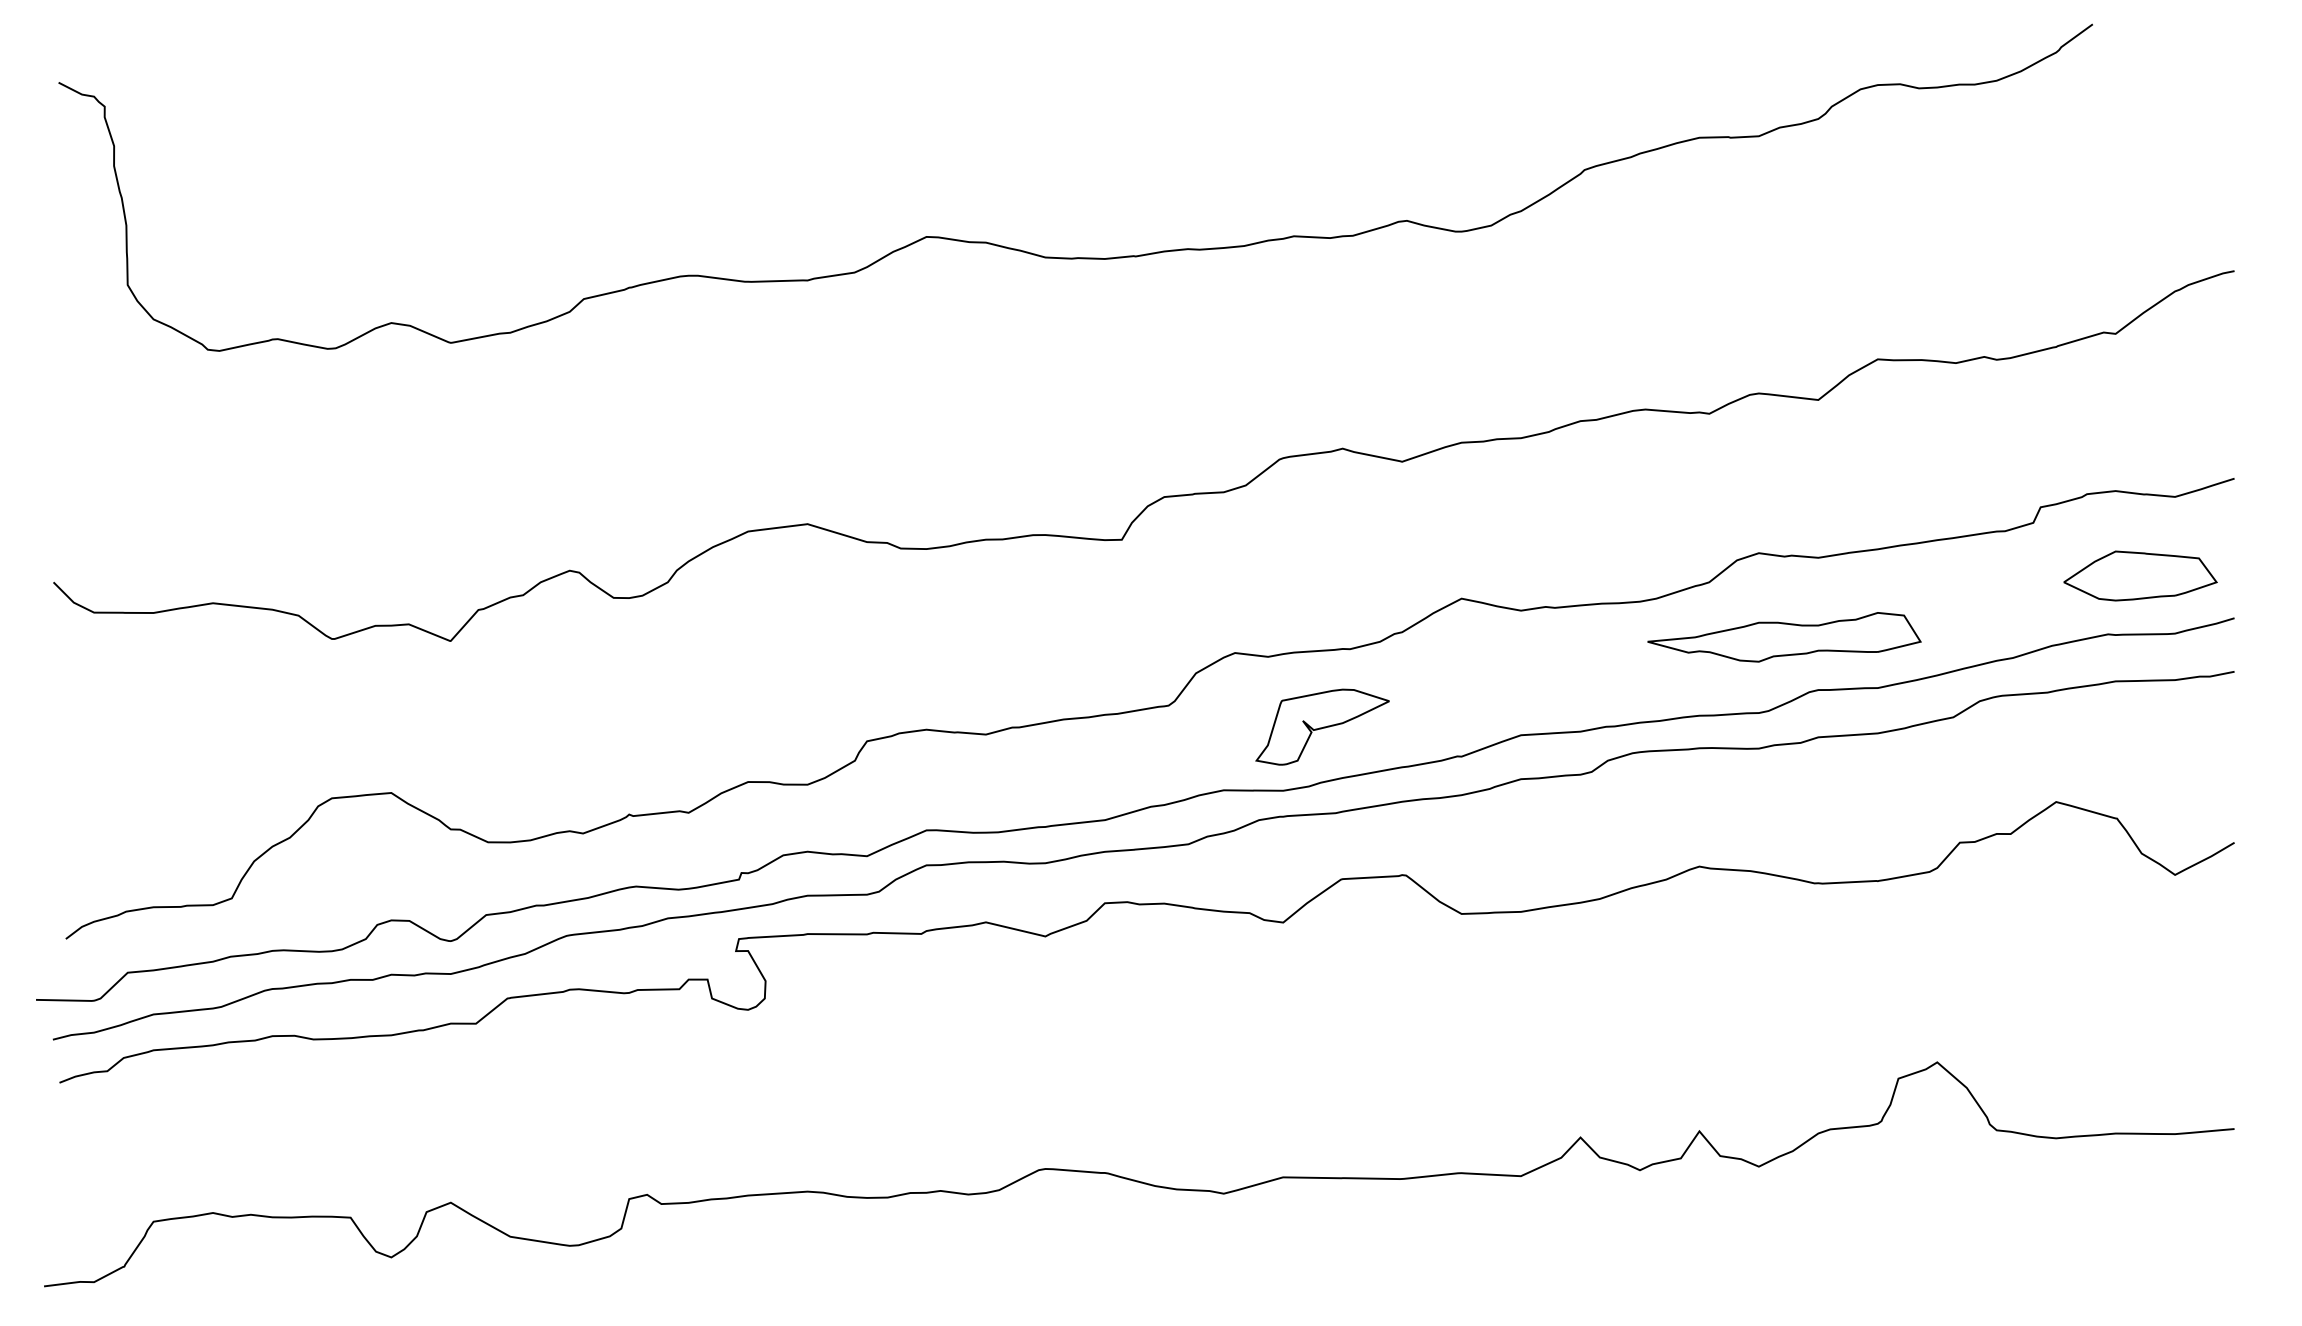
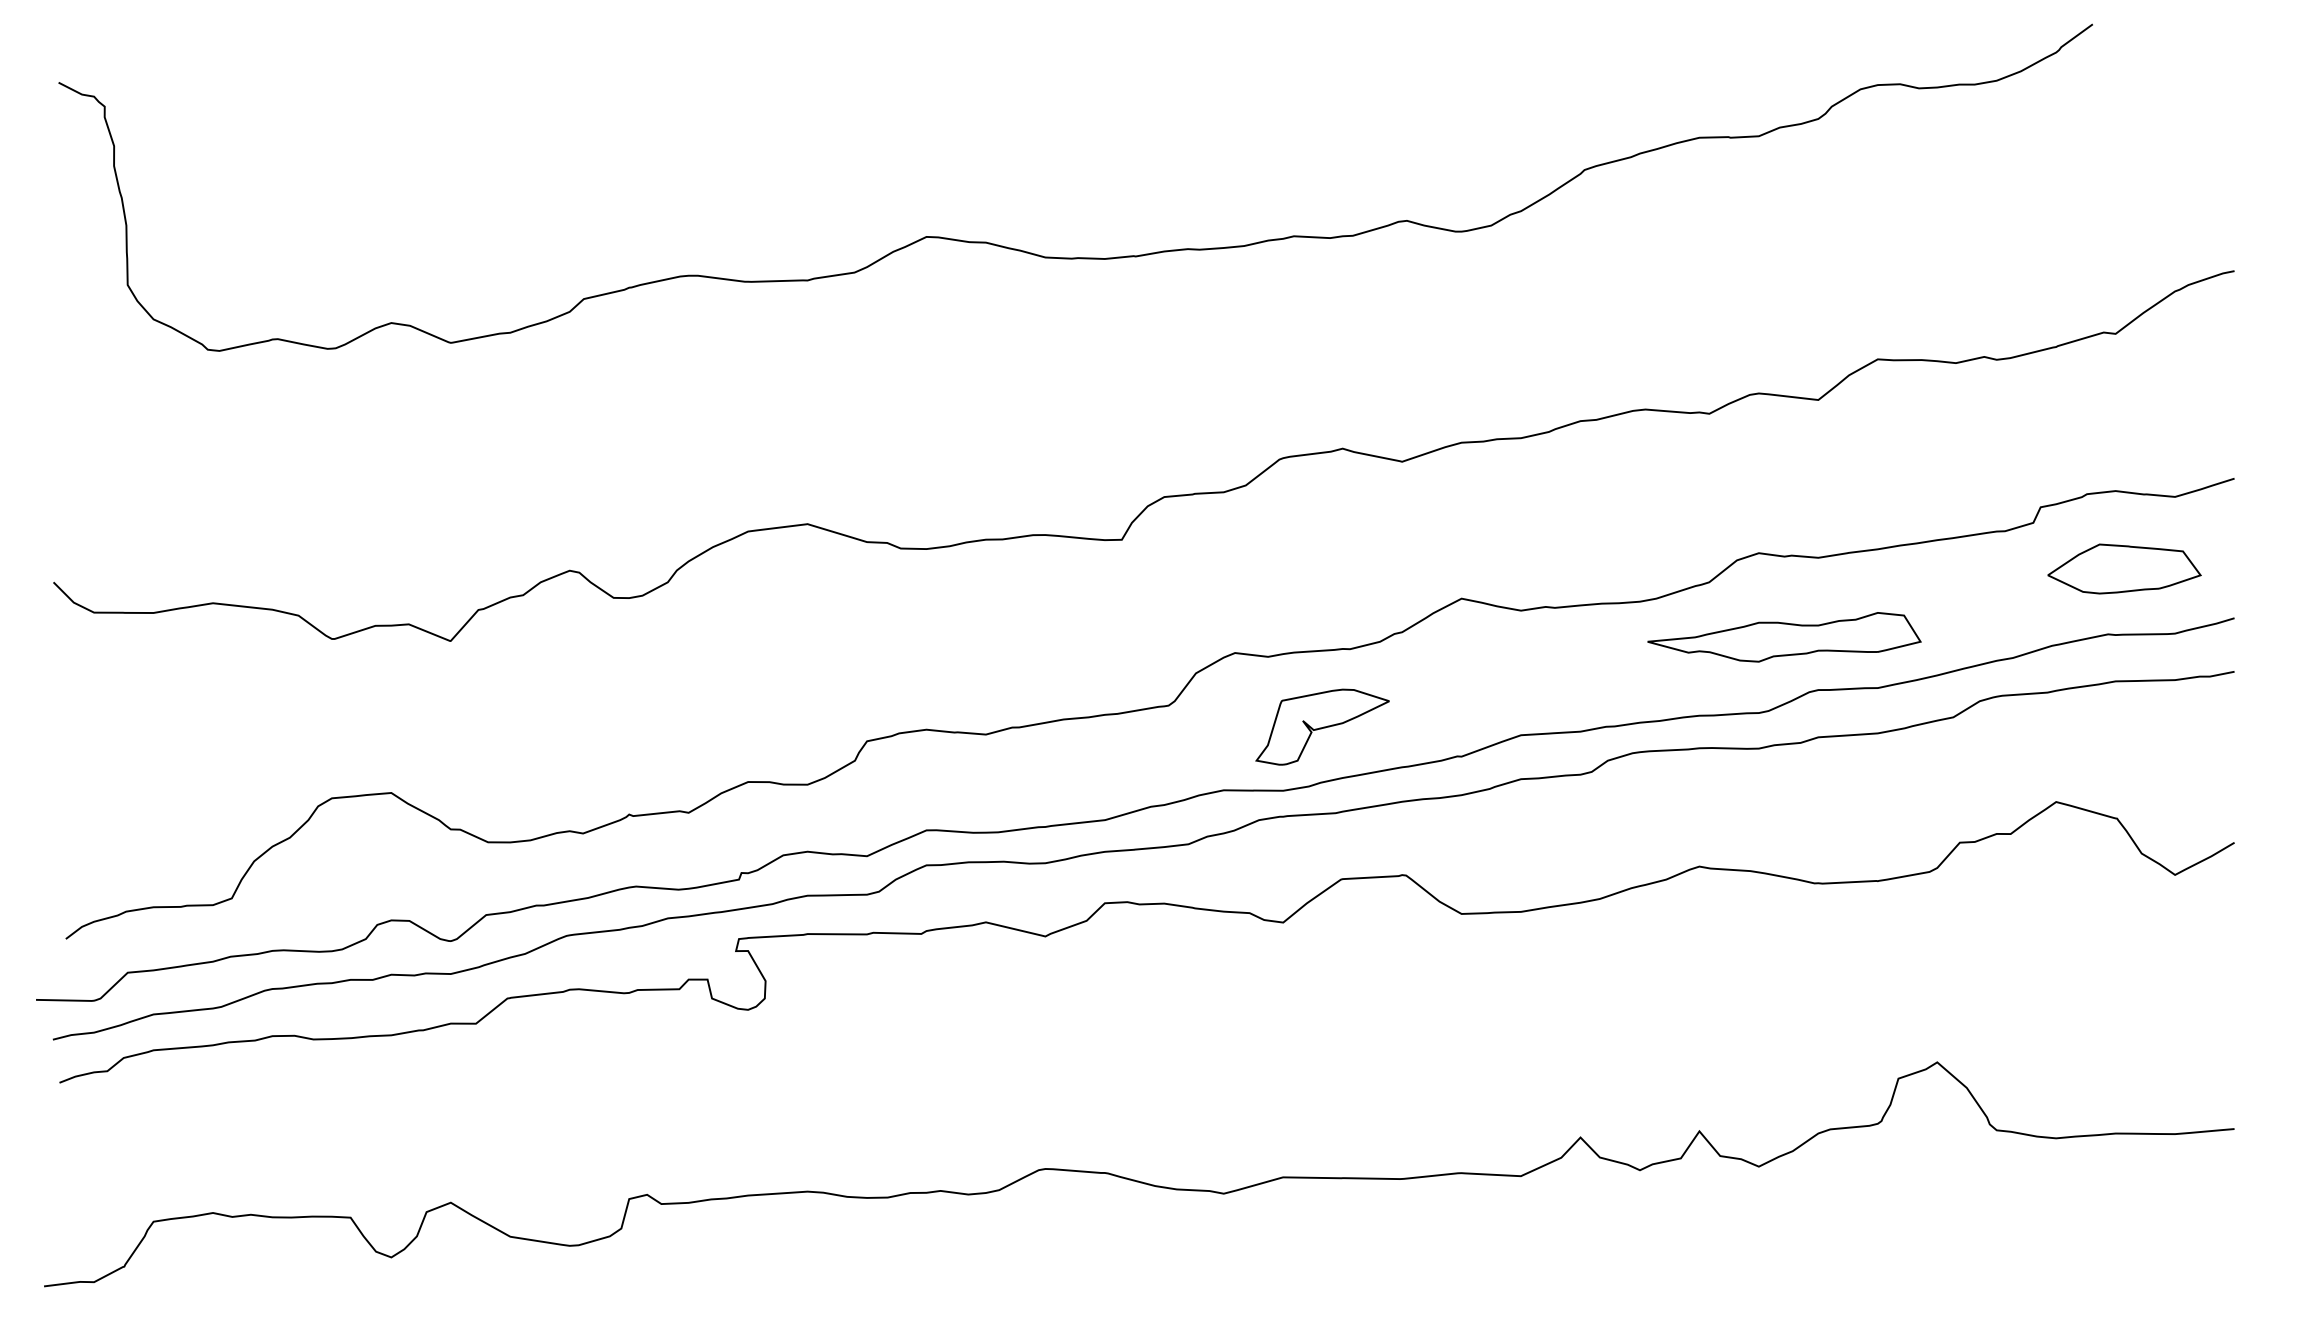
part at (2140, 575) position: (2140, 575) -> (2124, 568)
